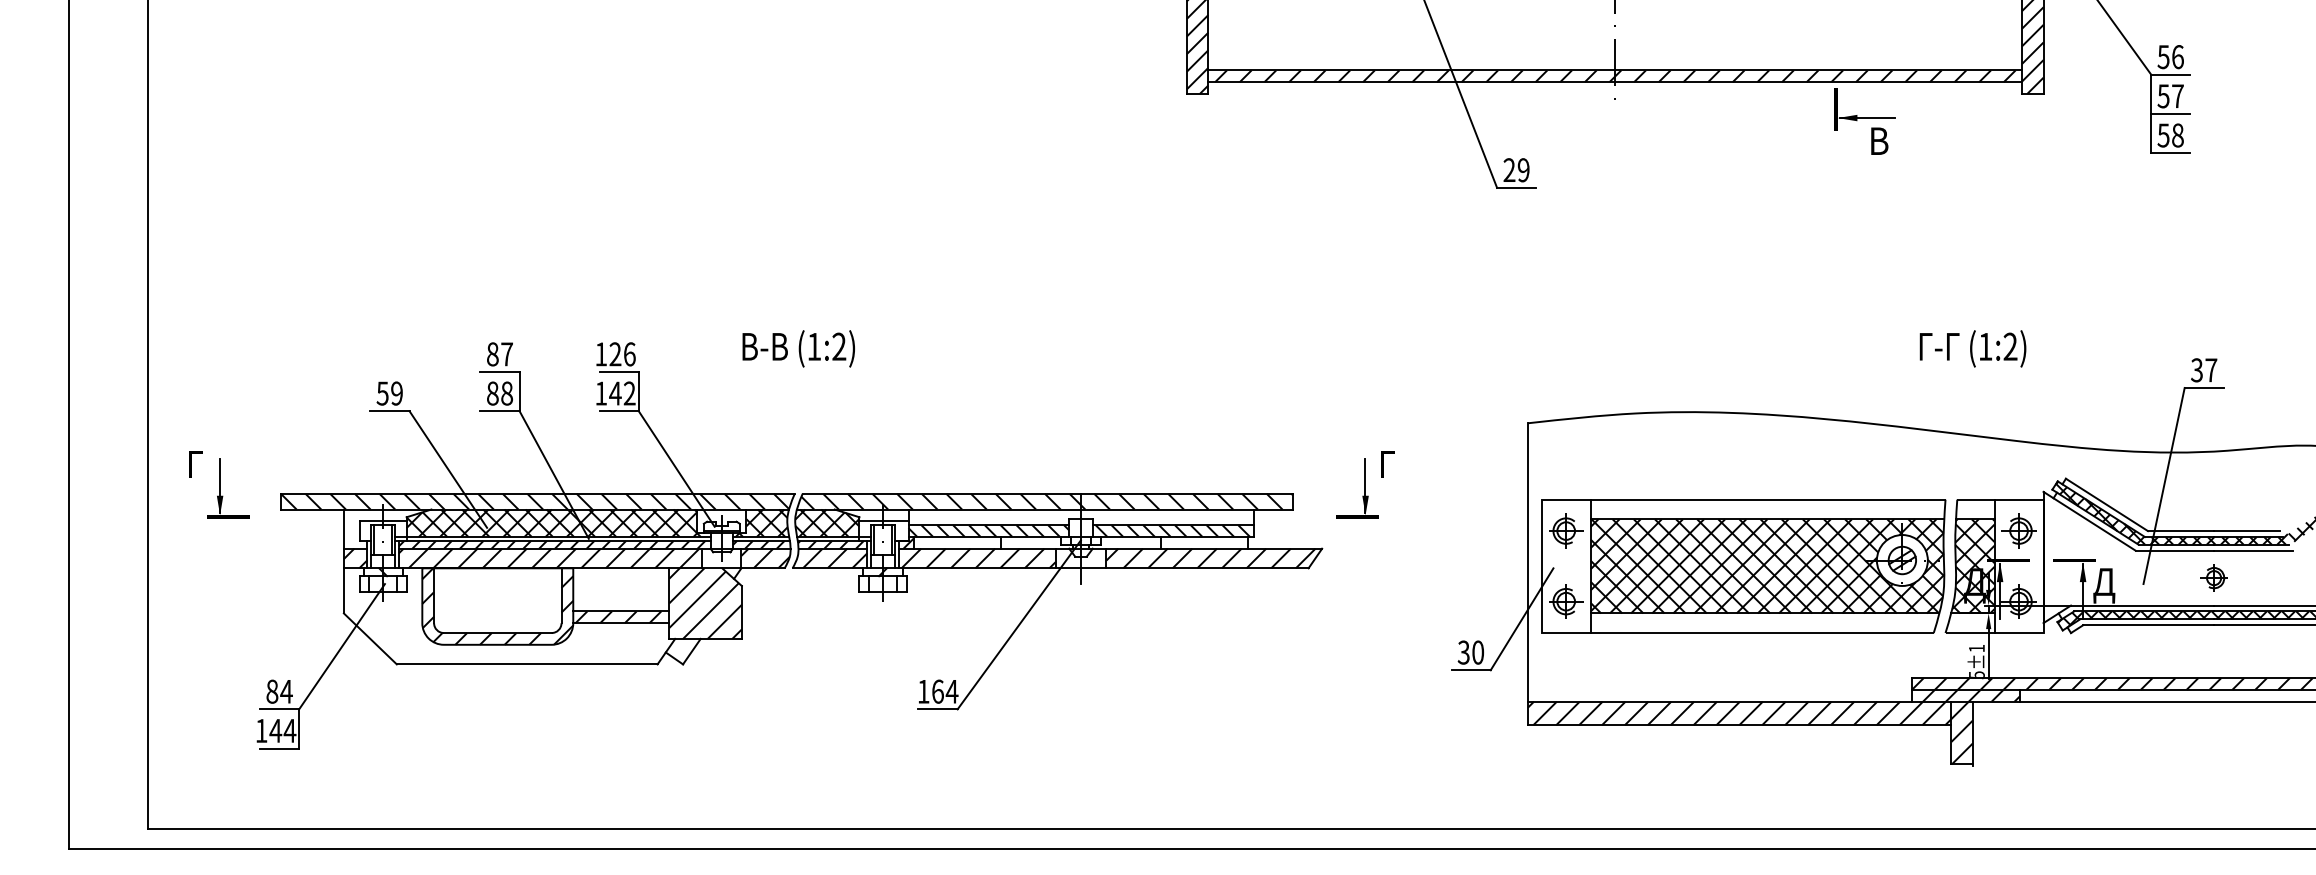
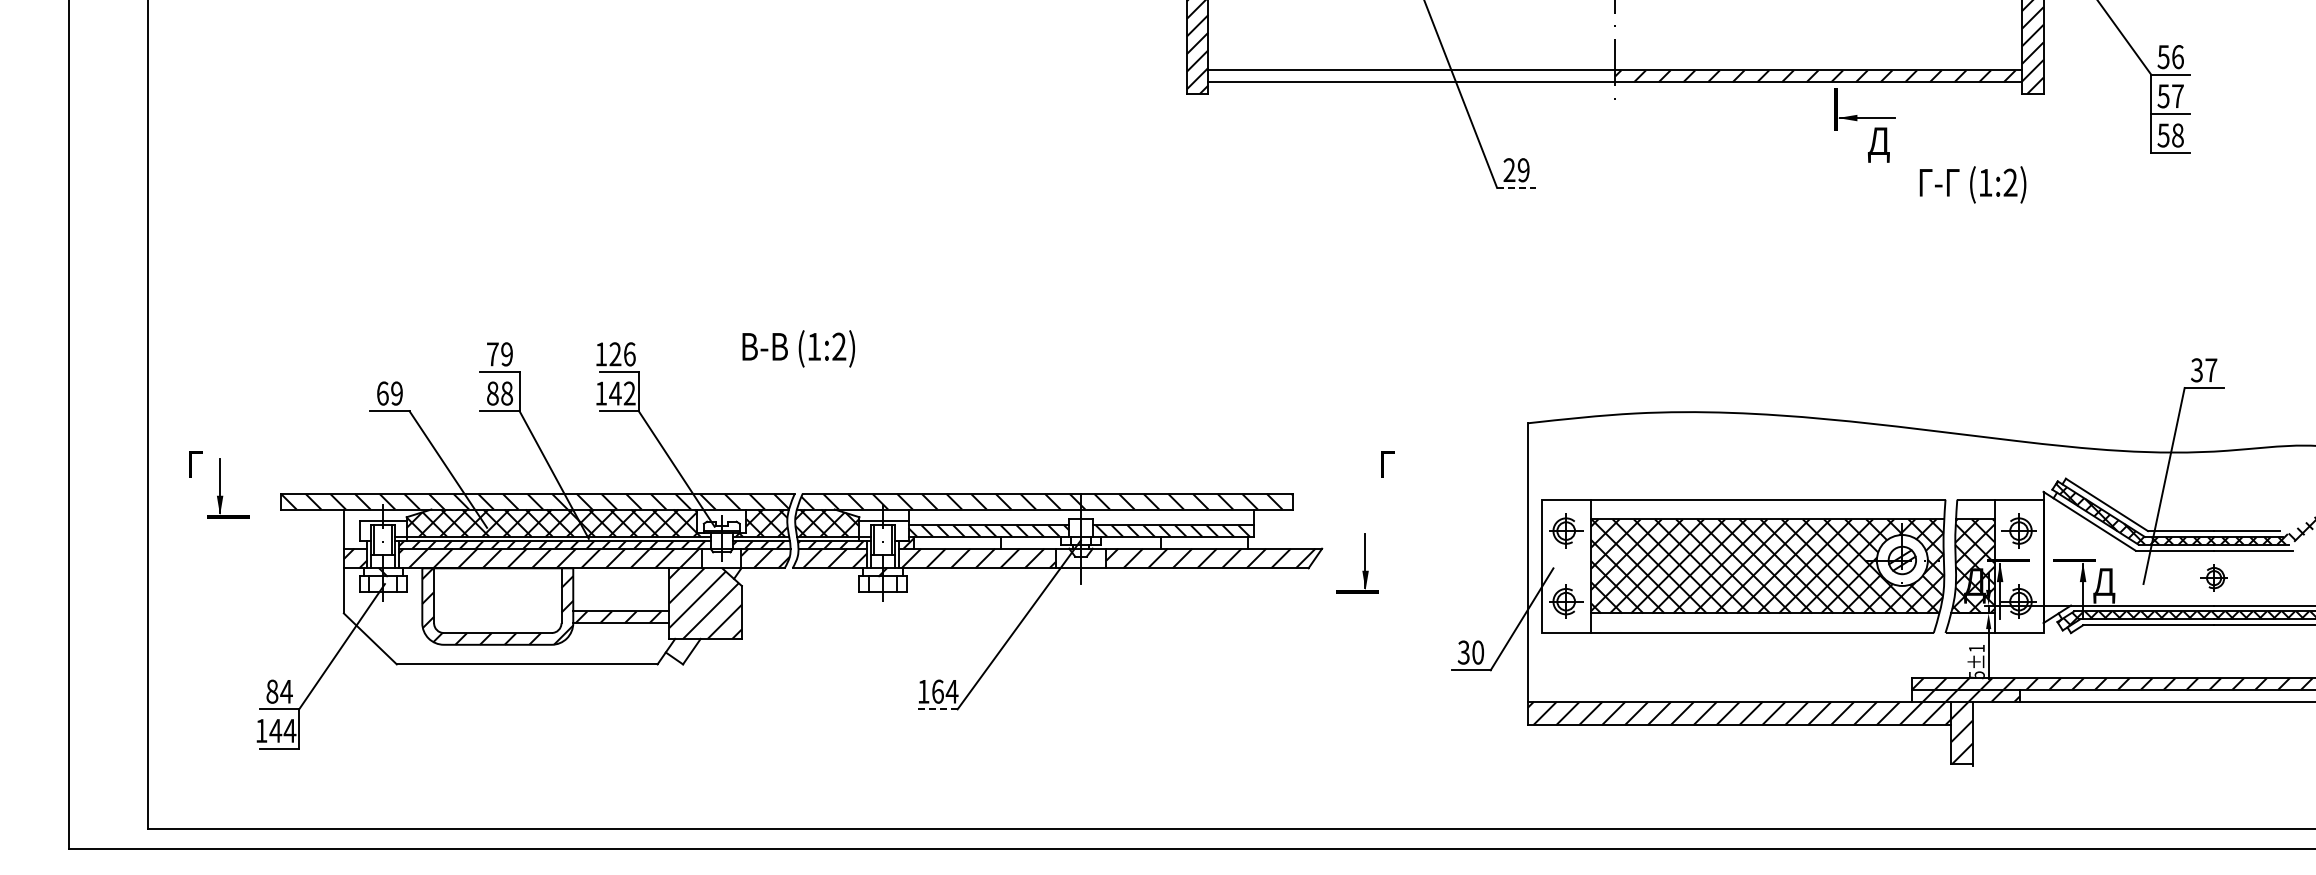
hatch at (1415, 76): present -> none
text at (1878, 144): В -> Д
line at (1516, 187): solid -> dashed
text at (1972, 348) position: (1972, 348) -> (1972, 184)
text at (499, 354): 87 -> 79
text at (382, 393): 59 -> 69
part at (1364, 488) position: (1364, 488) -> (1364, 563)
line at (938, 709): solid -> dashed
